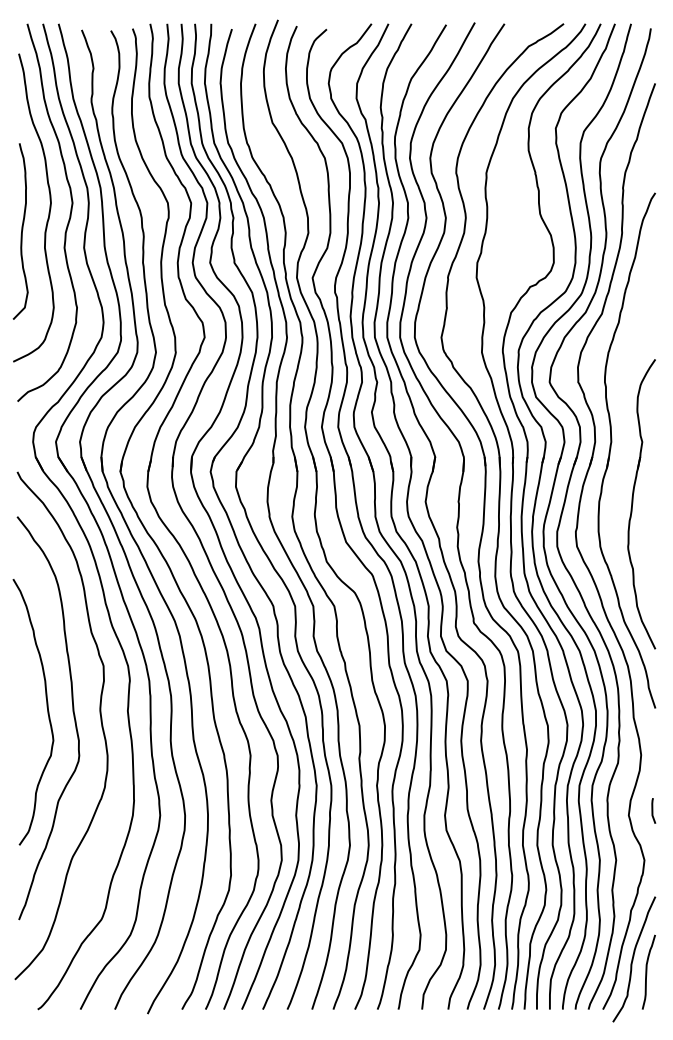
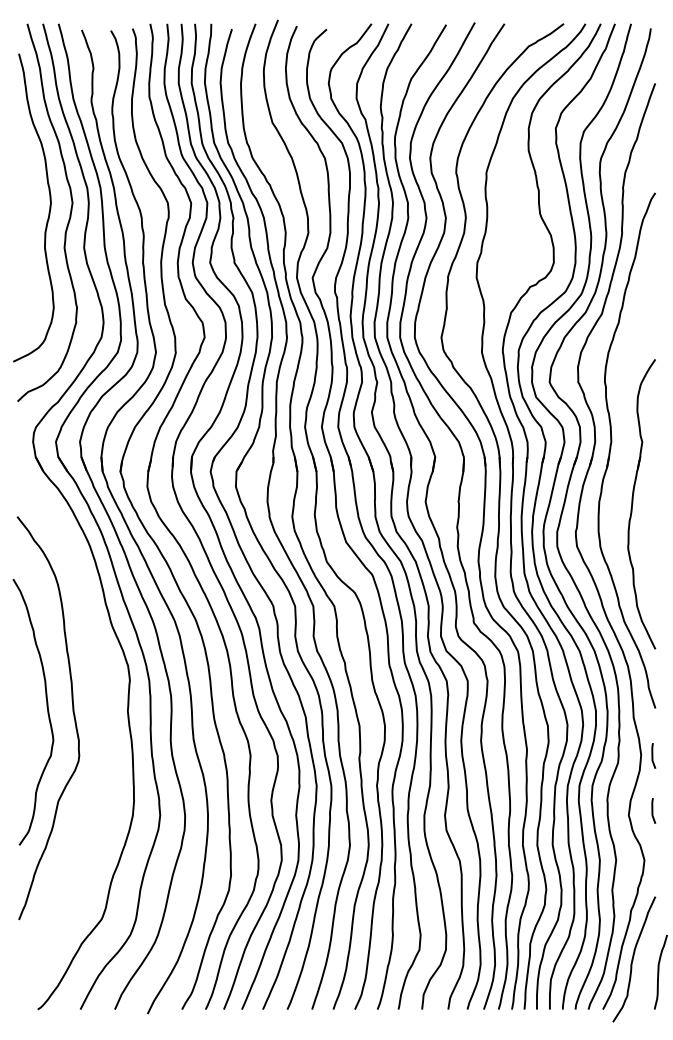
curve at (21, 231): present -> none
curve at (100, 721): present -> none
line at (653, 755): none -> present
curve at (647, 971) position: (647, 971) -> (659, 971)
